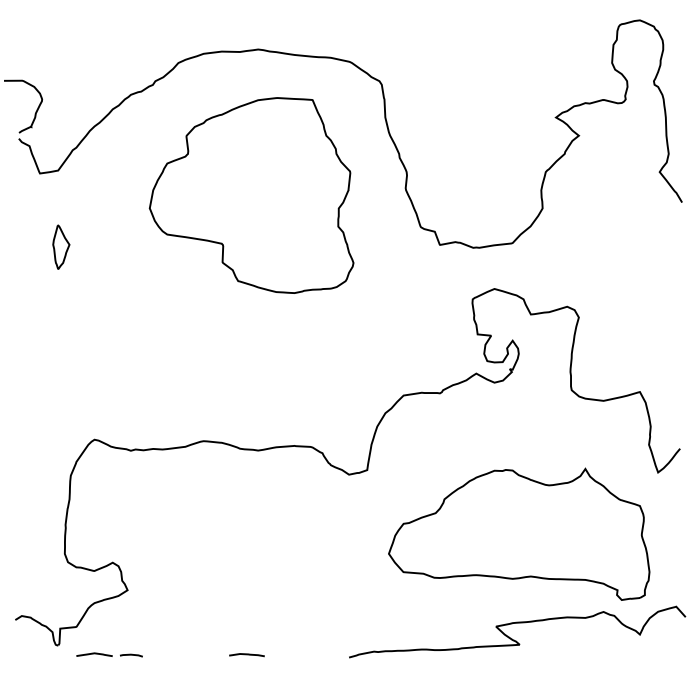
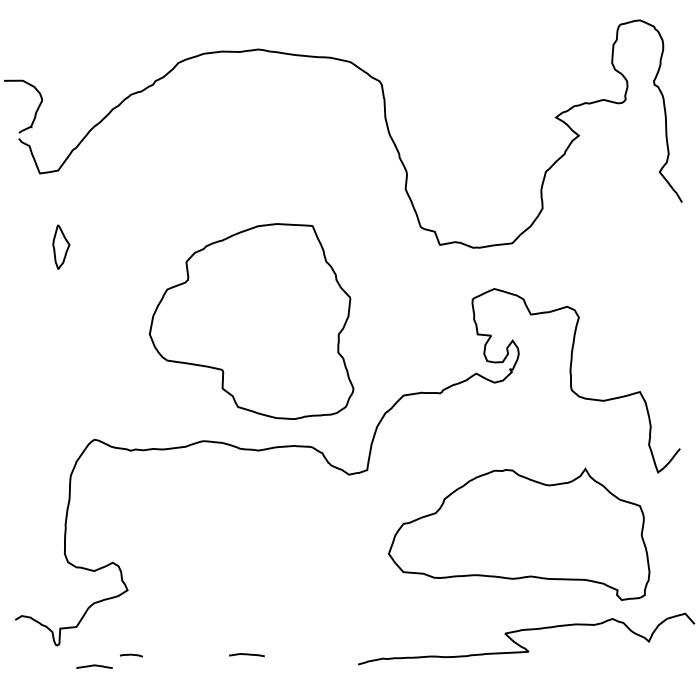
part at (251, 195) position: (251, 195) -> (251, 321)
curve at (517, 623) position: (517, 623) -> (526, 630)
curve at (94, 654) position: (94, 654) -> (94, 666)
